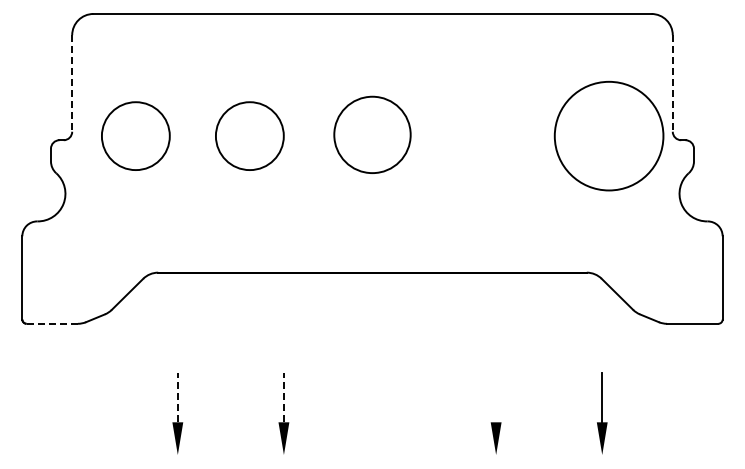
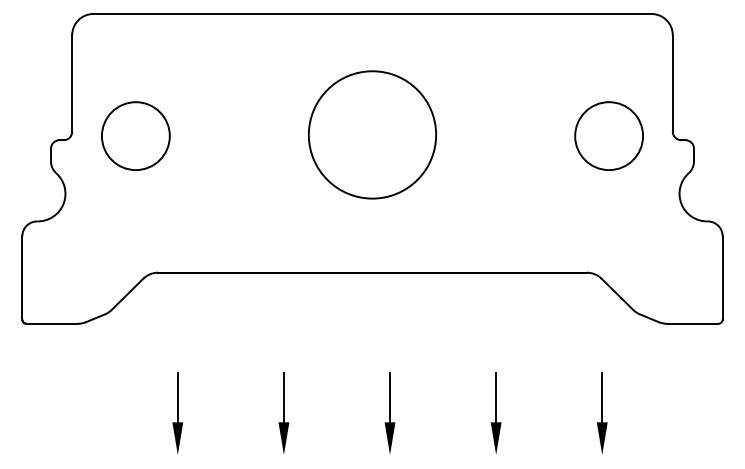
line at (72, 83): dashed -> solid
line at (672, 83): dashed -> solid
circle at (372, 134) diameter: 76 px -> 127 px
circle at (249, 135): present -> none
circle at (608, 135) diameter: 109 px -> 68 px
line at (52, 323): dashed -> solid
line at (177, 397): dashed -> solid
line at (283, 397): dashed -> solid
line at (496, 397): none -> present
part at (389, 413): none -> present
